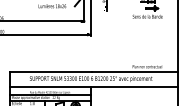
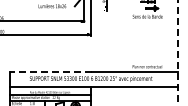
line at (178, 52): solid -> dashed
line at (50, 71): solid -> dashed
